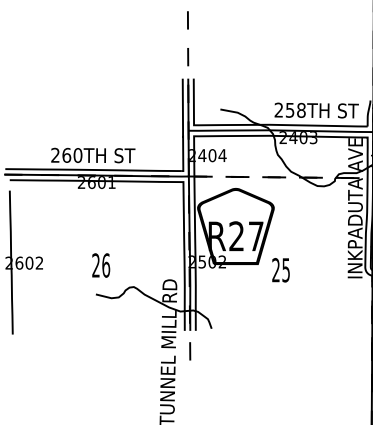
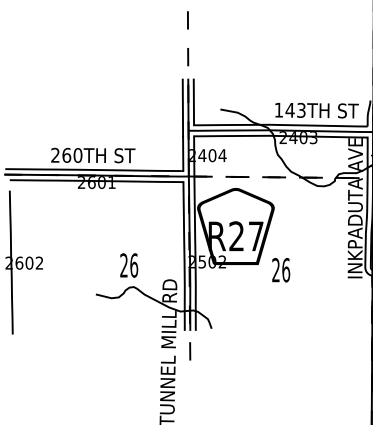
text at (289, 109): 258TH -> 143TH
text at (101, 265) position: (101, 265) -> (129, 265)
text at (286, 270): 25 -> 26
